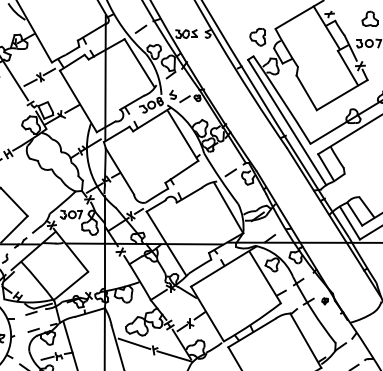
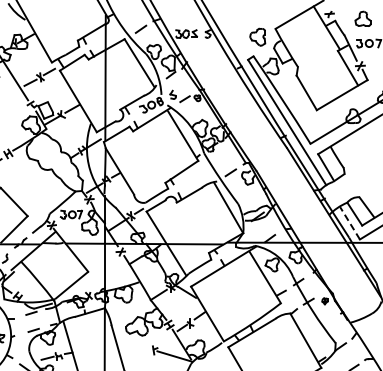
part at (369, 18) position: (369, 18) -> (362, 18)
line at (350, 223): solid -> dashed
line at (134, 343): present -> none
